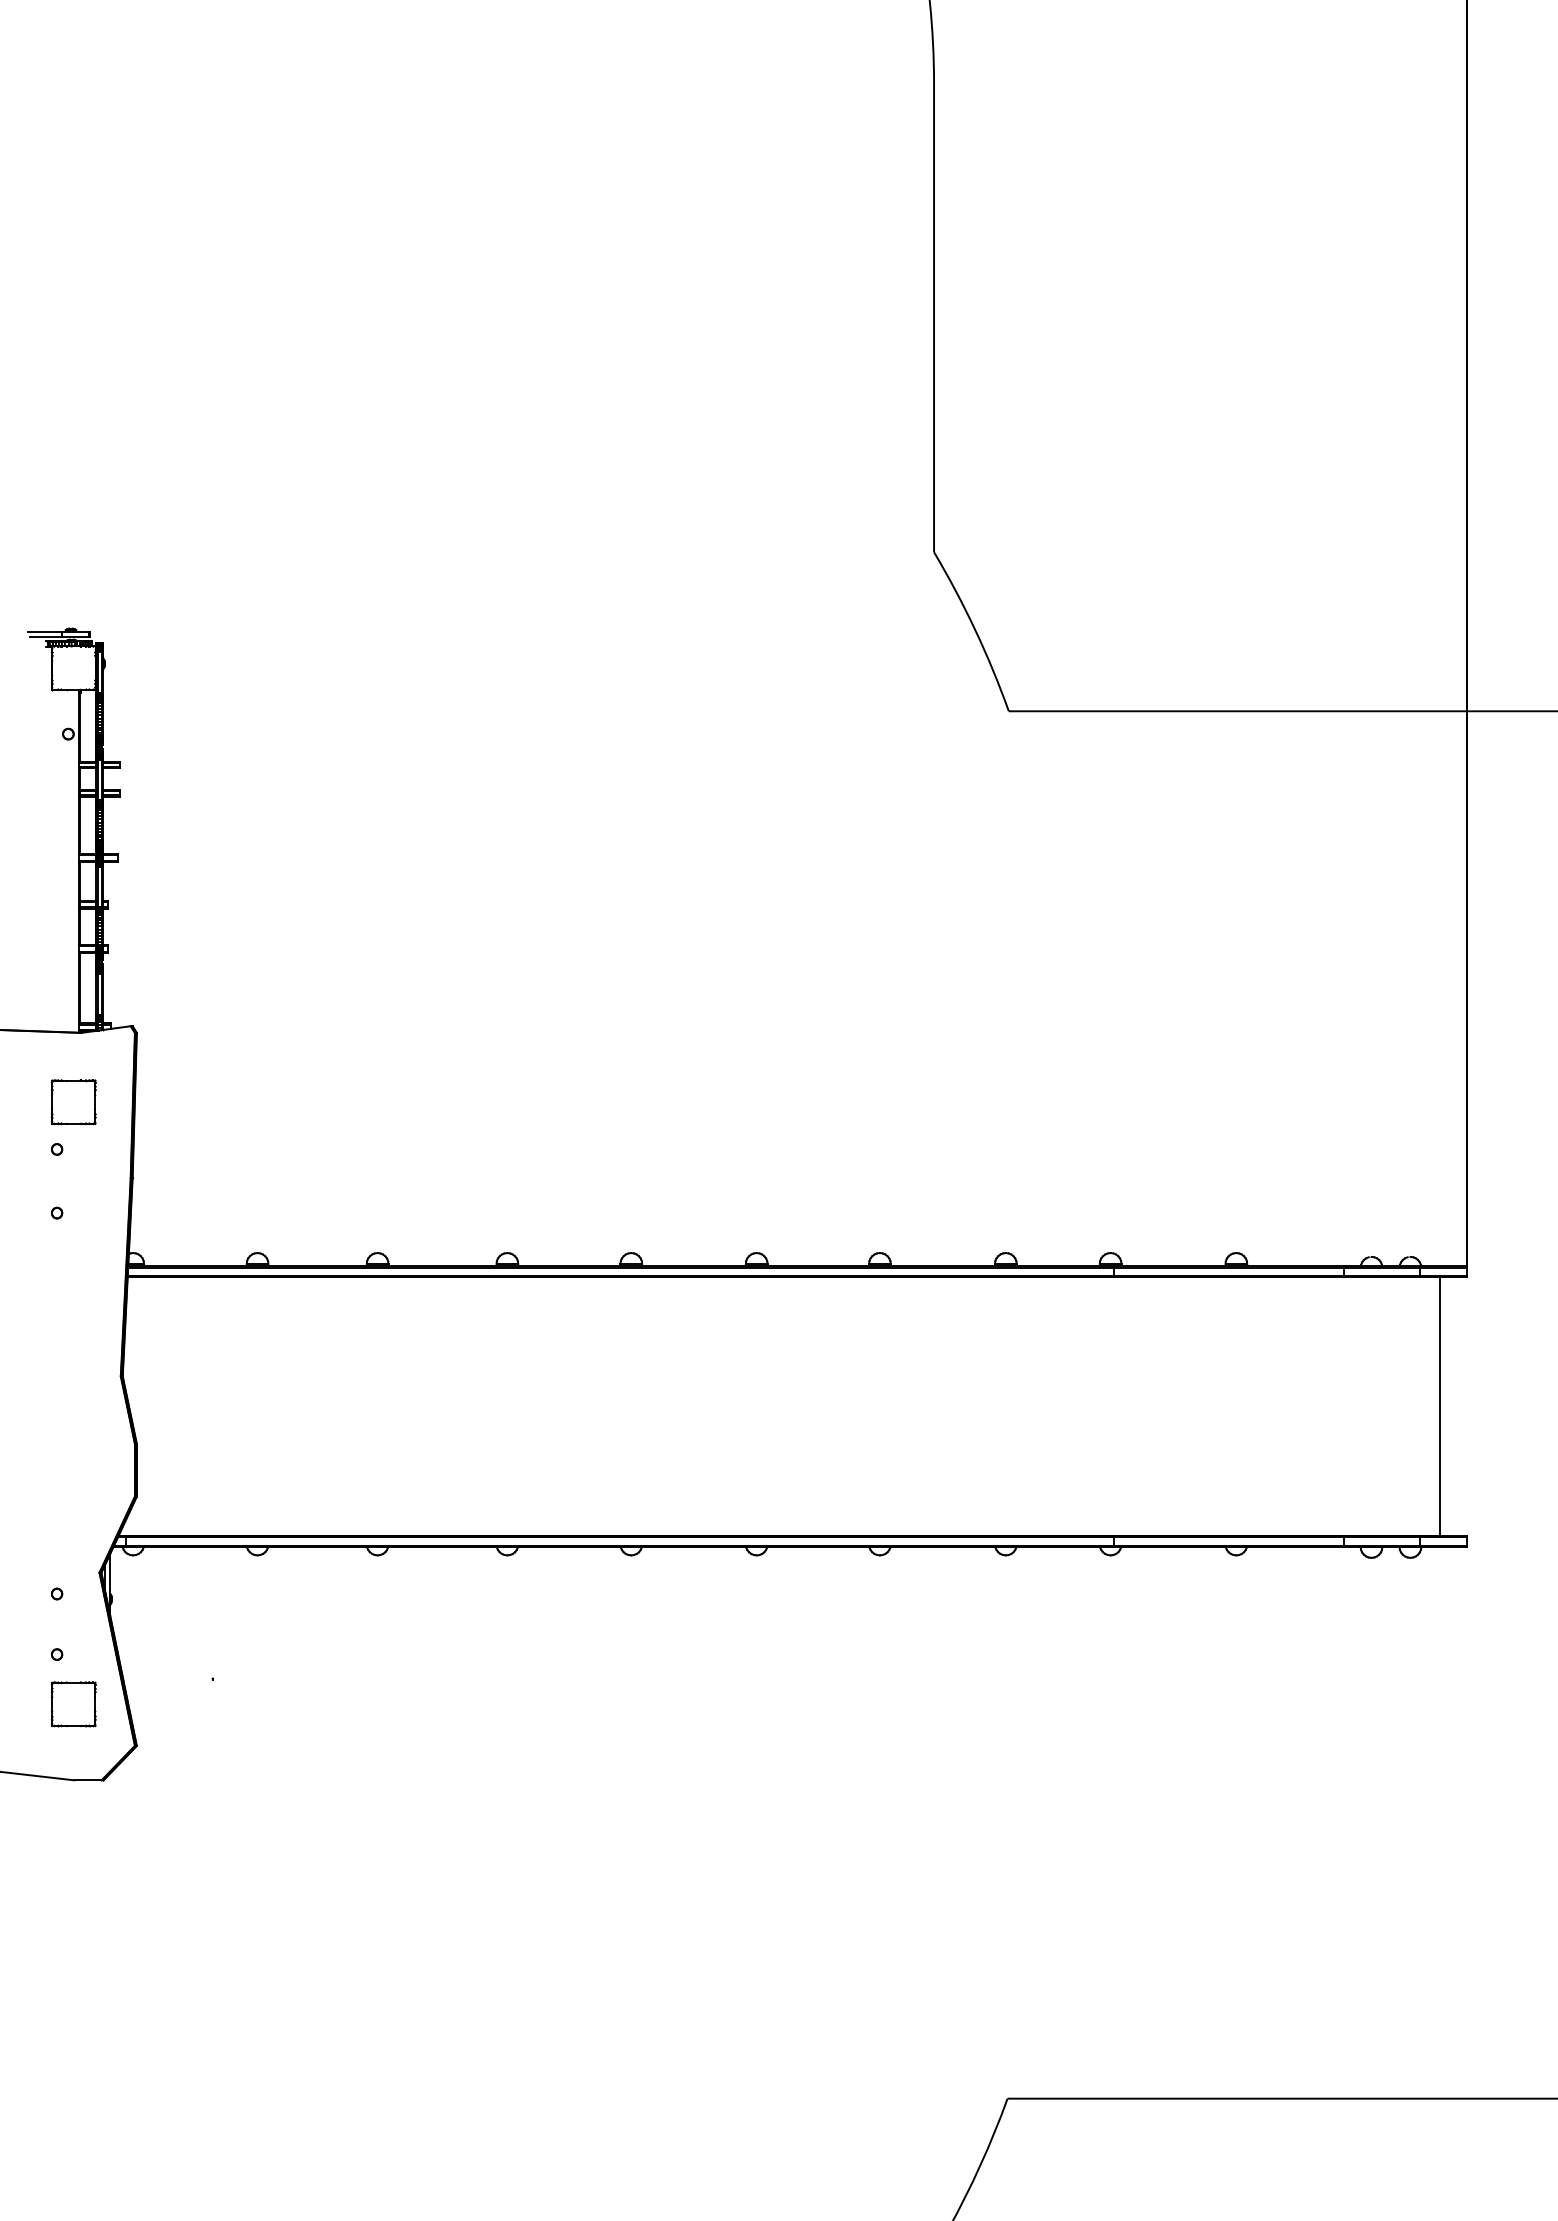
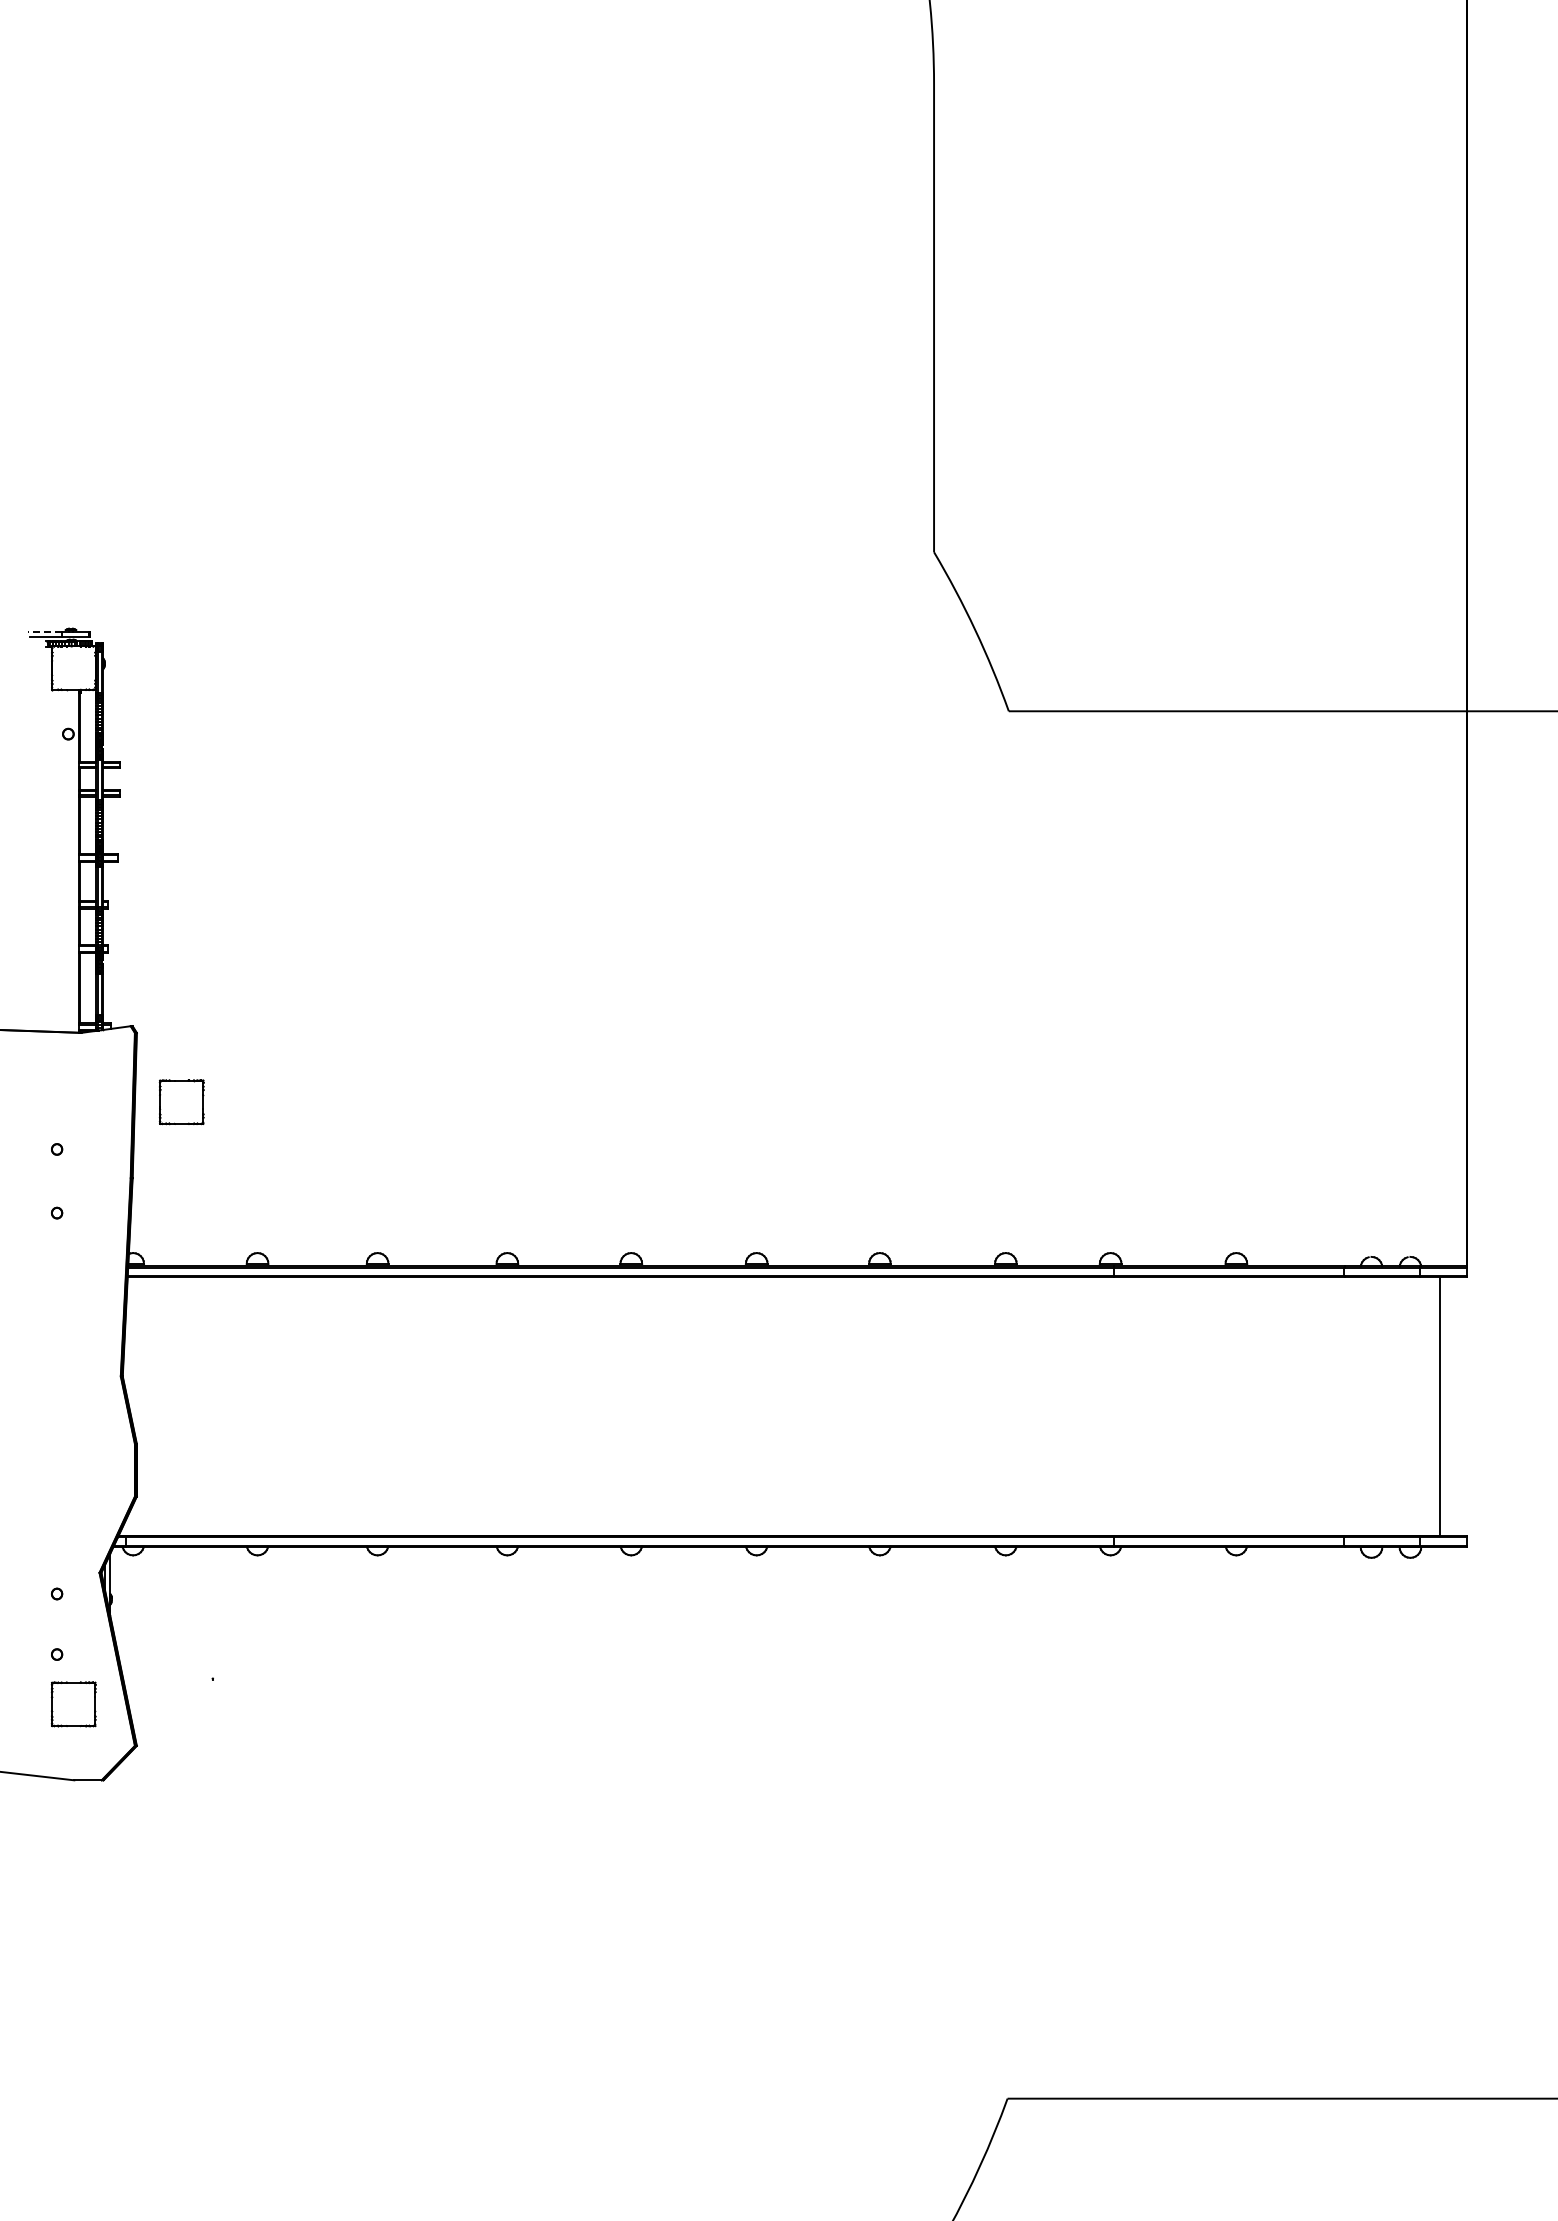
line at (44, 631): solid -> dashed
part at (73, 1102) position: (73, 1102) -> (181, 1102)
